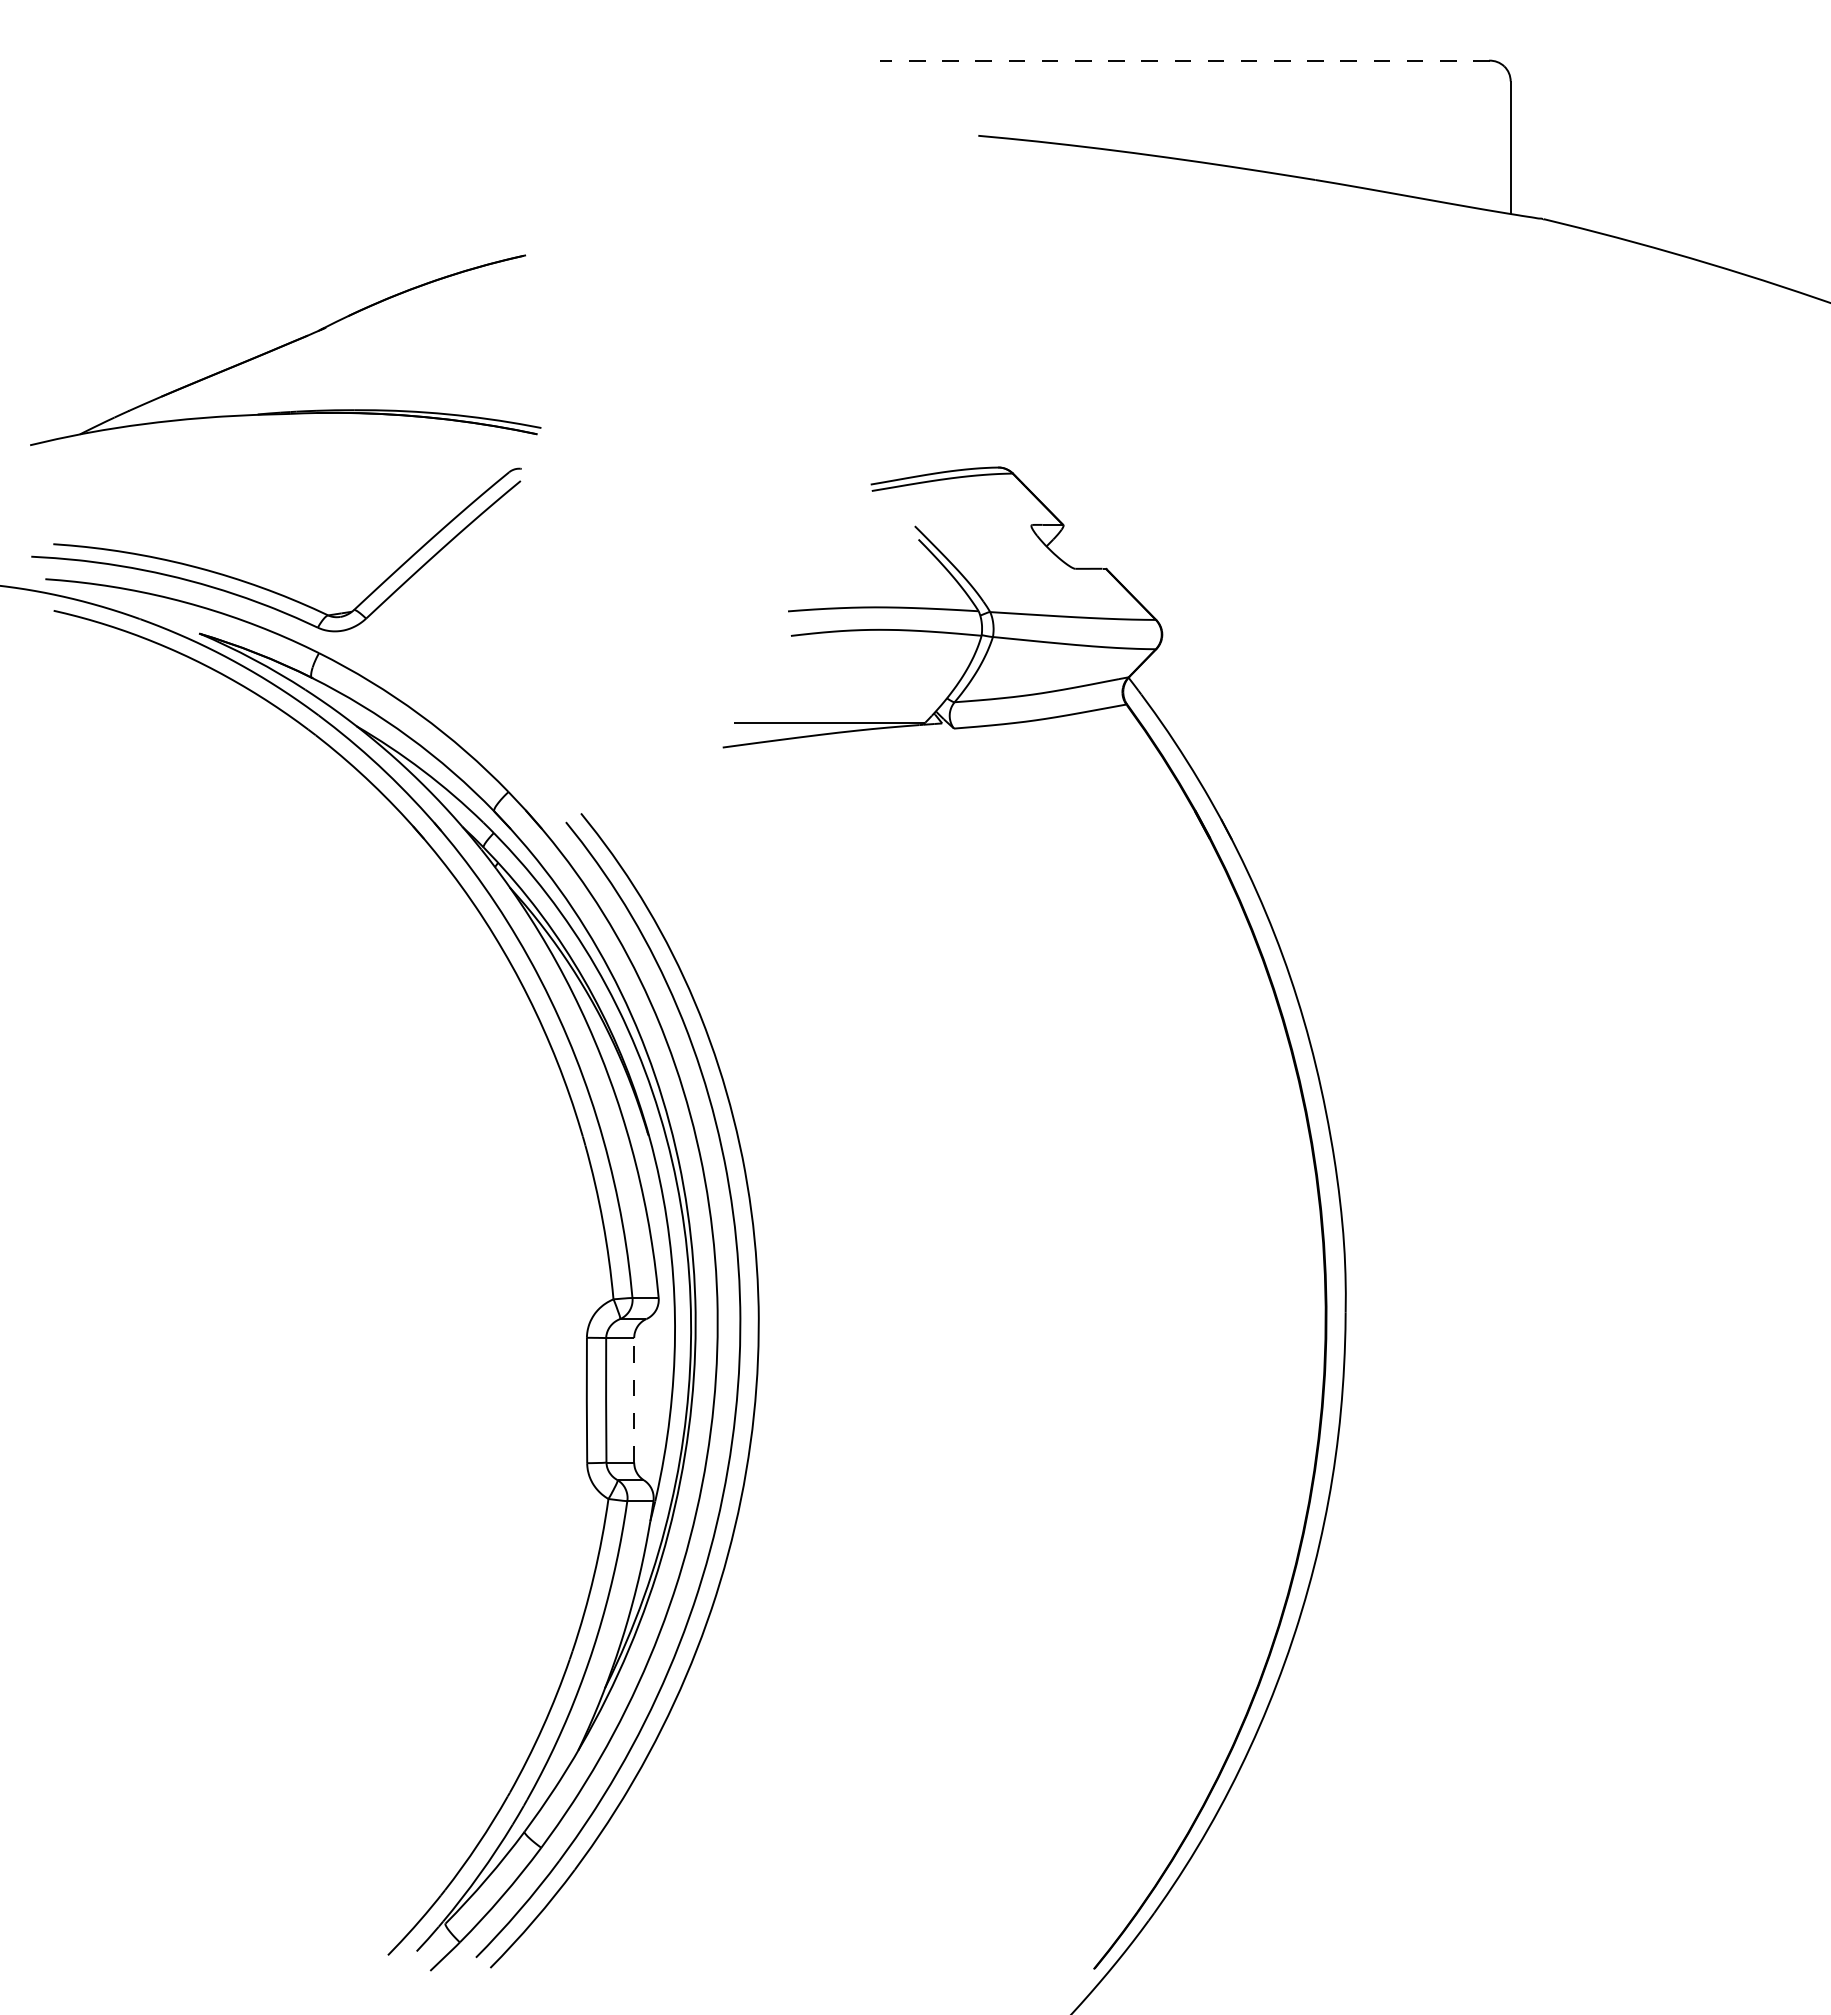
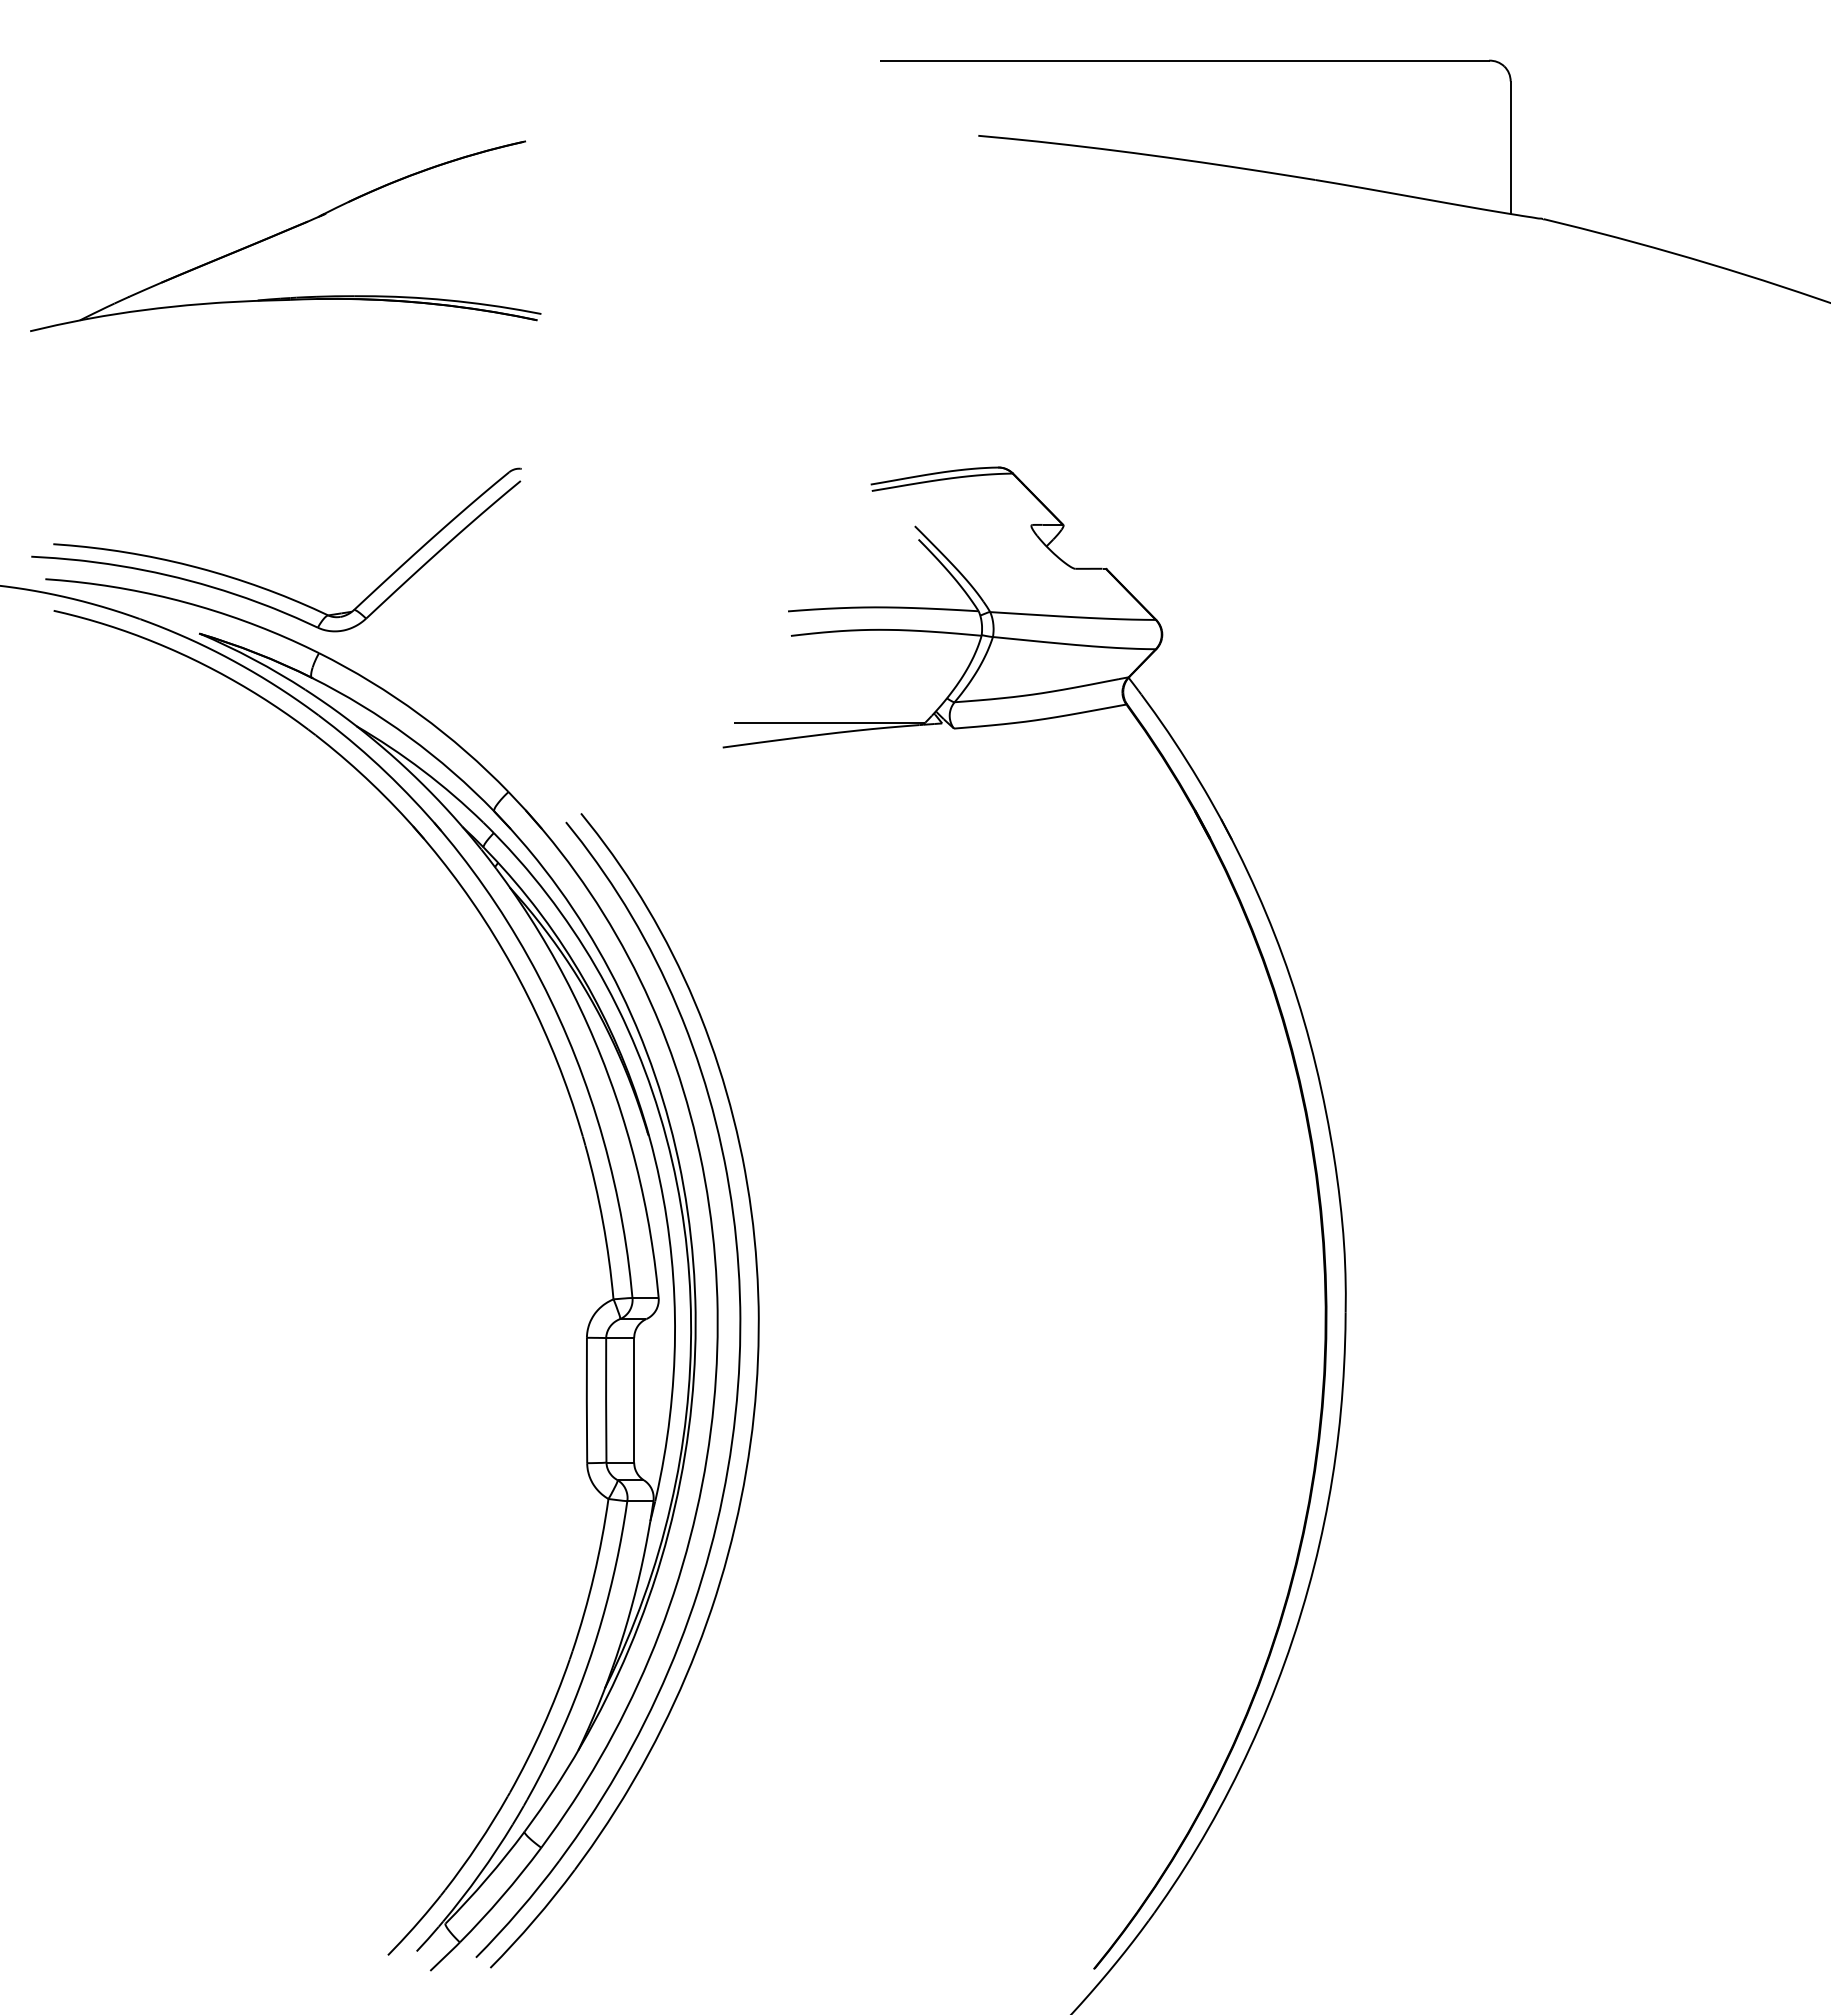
line at (1185, 60): dashed -> solid
part at (285, 349) position: (285, 349) -> (285, 235)
line at (634, 1399): dashed -> solid
